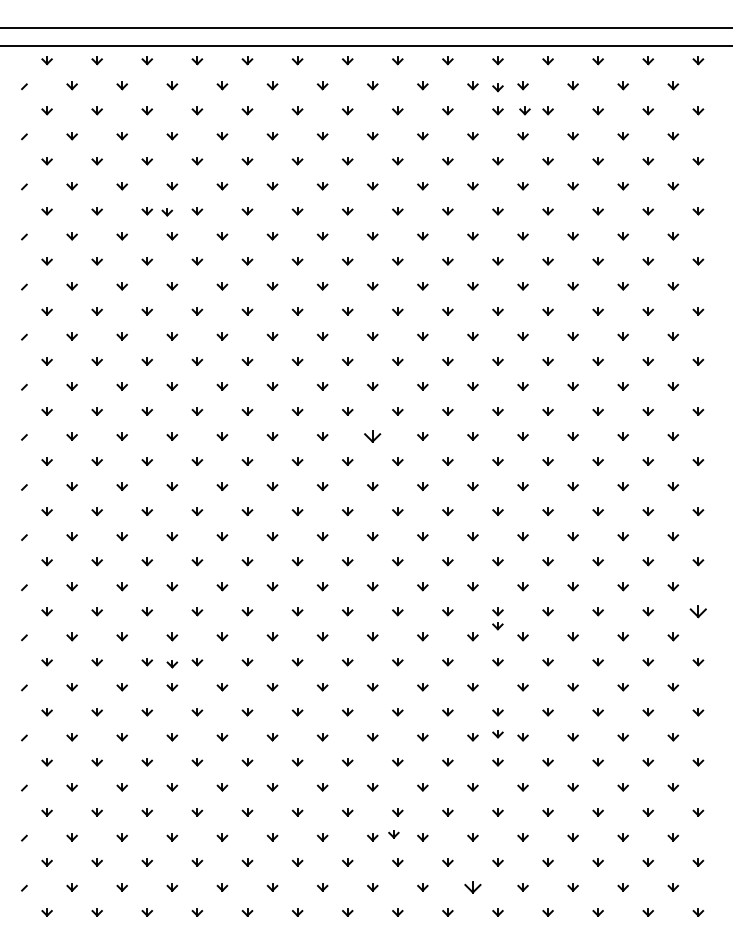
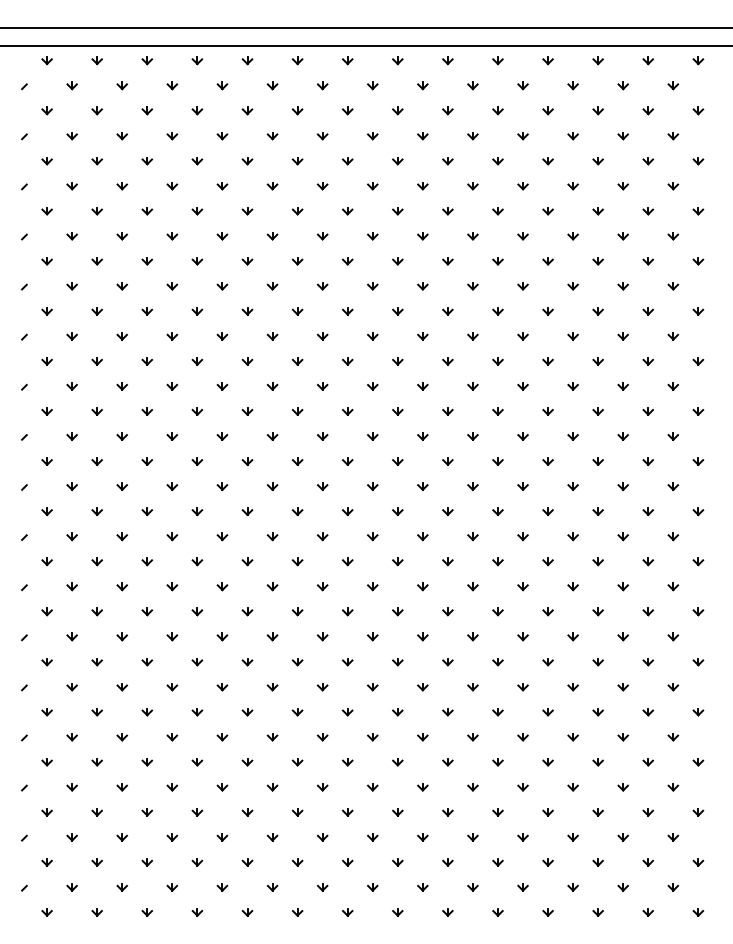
part at (497, 87): present -> none
part at (524, 110): present -> none
part at (167, 212): present -> none
part at (372, 436) size: 18x13 px -> 12x9 px
part at (697, 611) size: 18x14 px -> 13x10 px
part at (497, 626): present -> none
part at (172, 664): present -> none
part at (497, 734): present -> none
part at (393, 834): present -> none
part at (472, 887) size: 18x13 px -> 12x9 px
